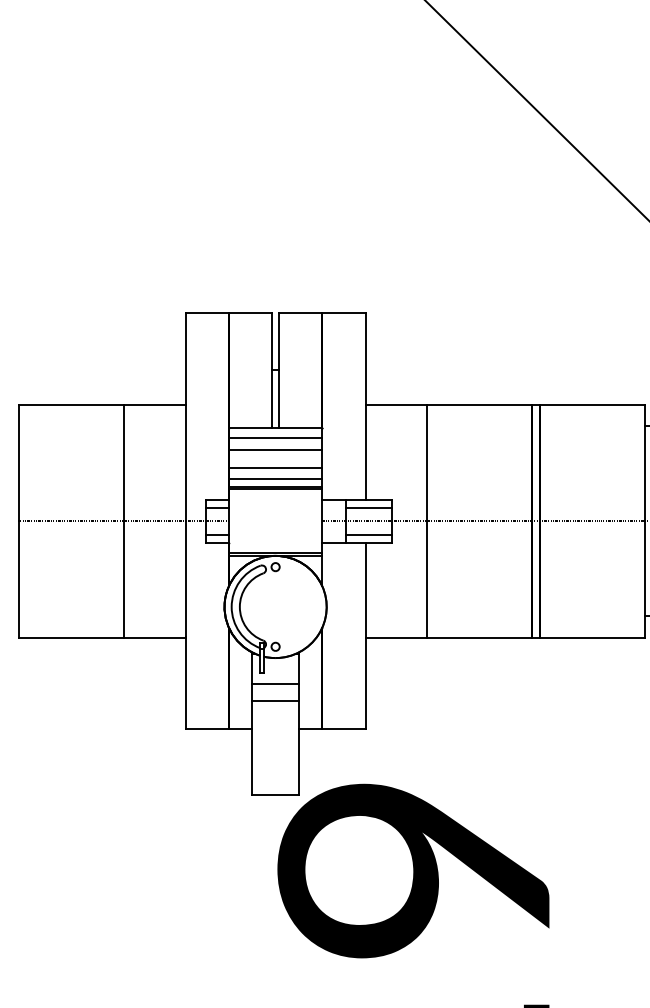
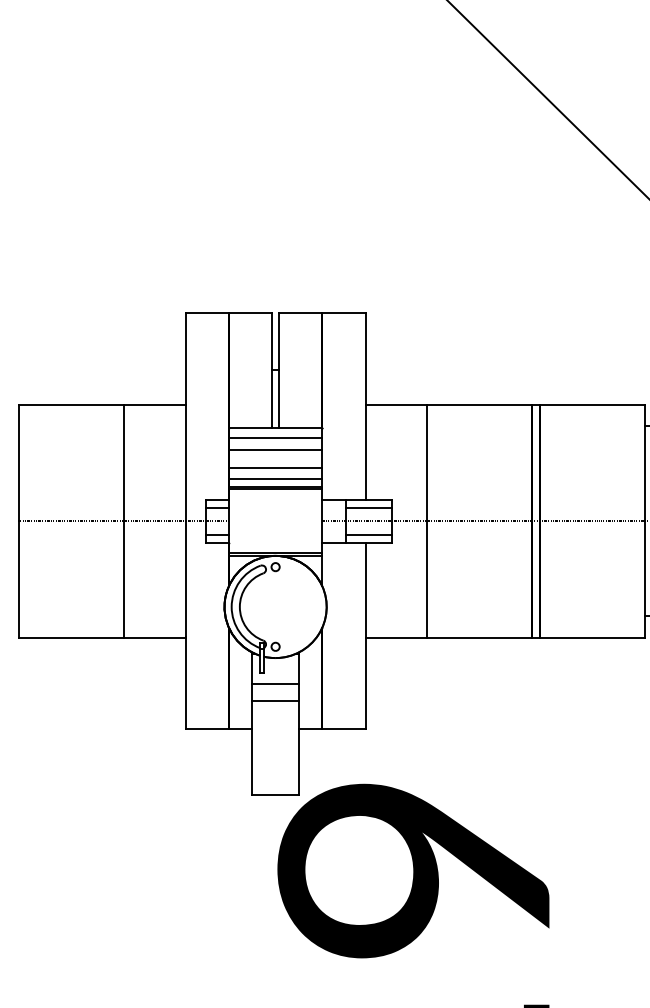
line at (536, 110) position: (536, 110) -> (547, 99)
